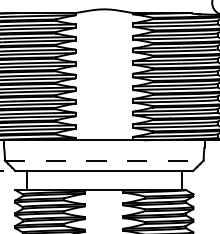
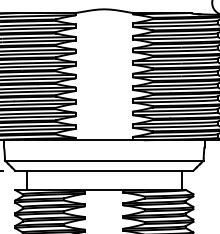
line at (104, 160): dashed -> solid
